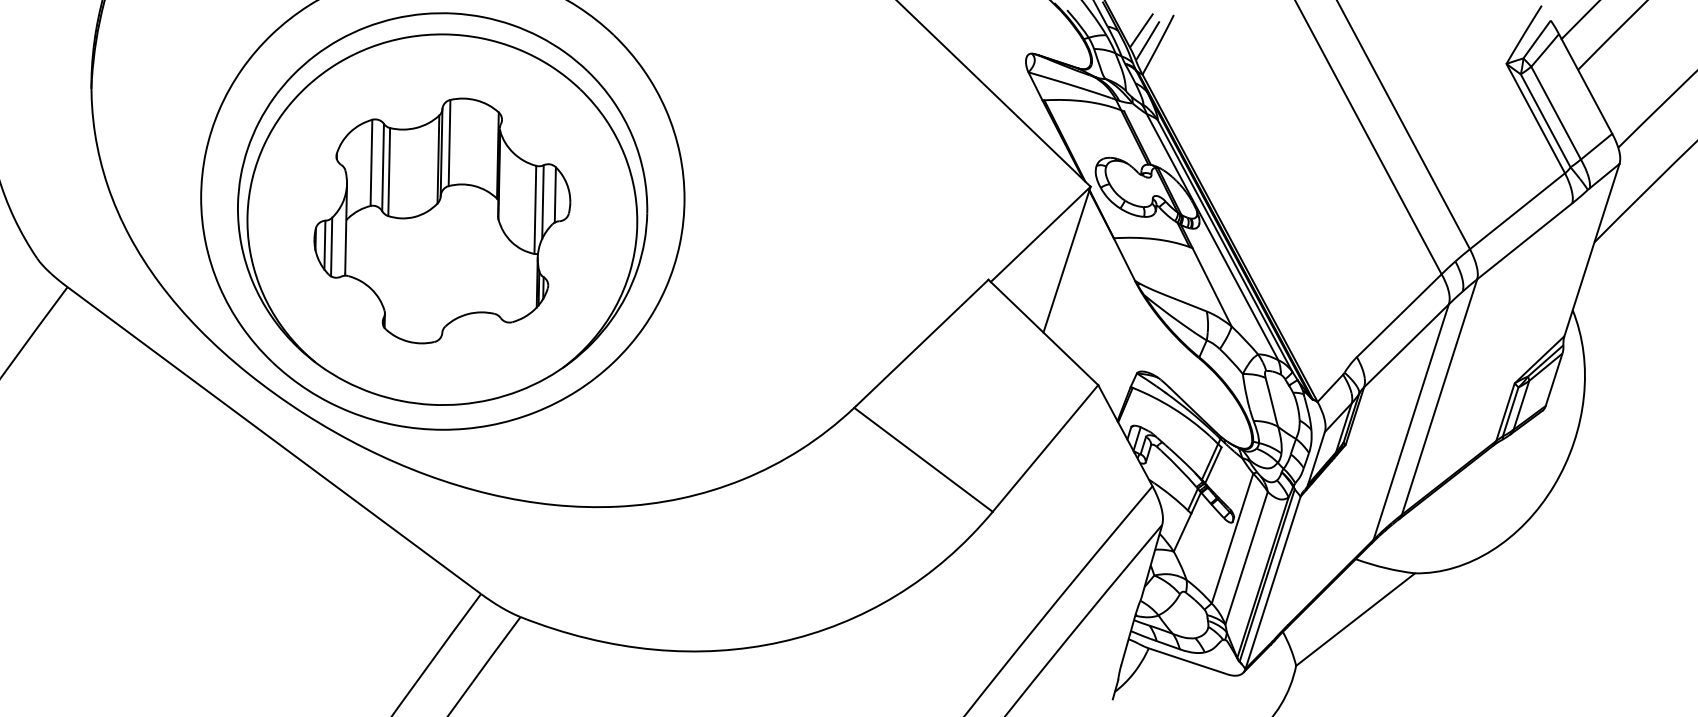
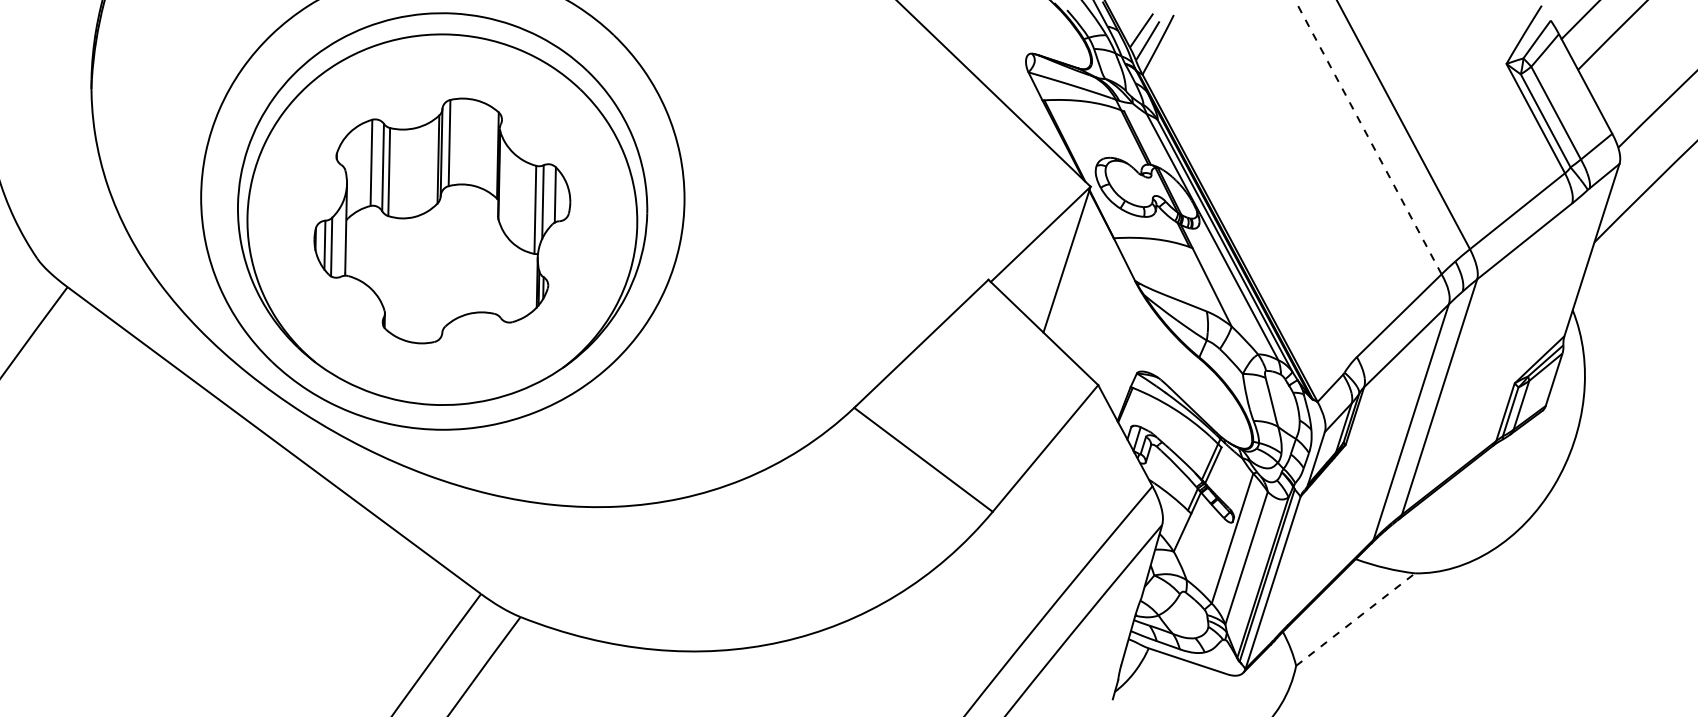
line at (1368, 136): solid -> dashed
line at (1356, 619): solid -> dashed
